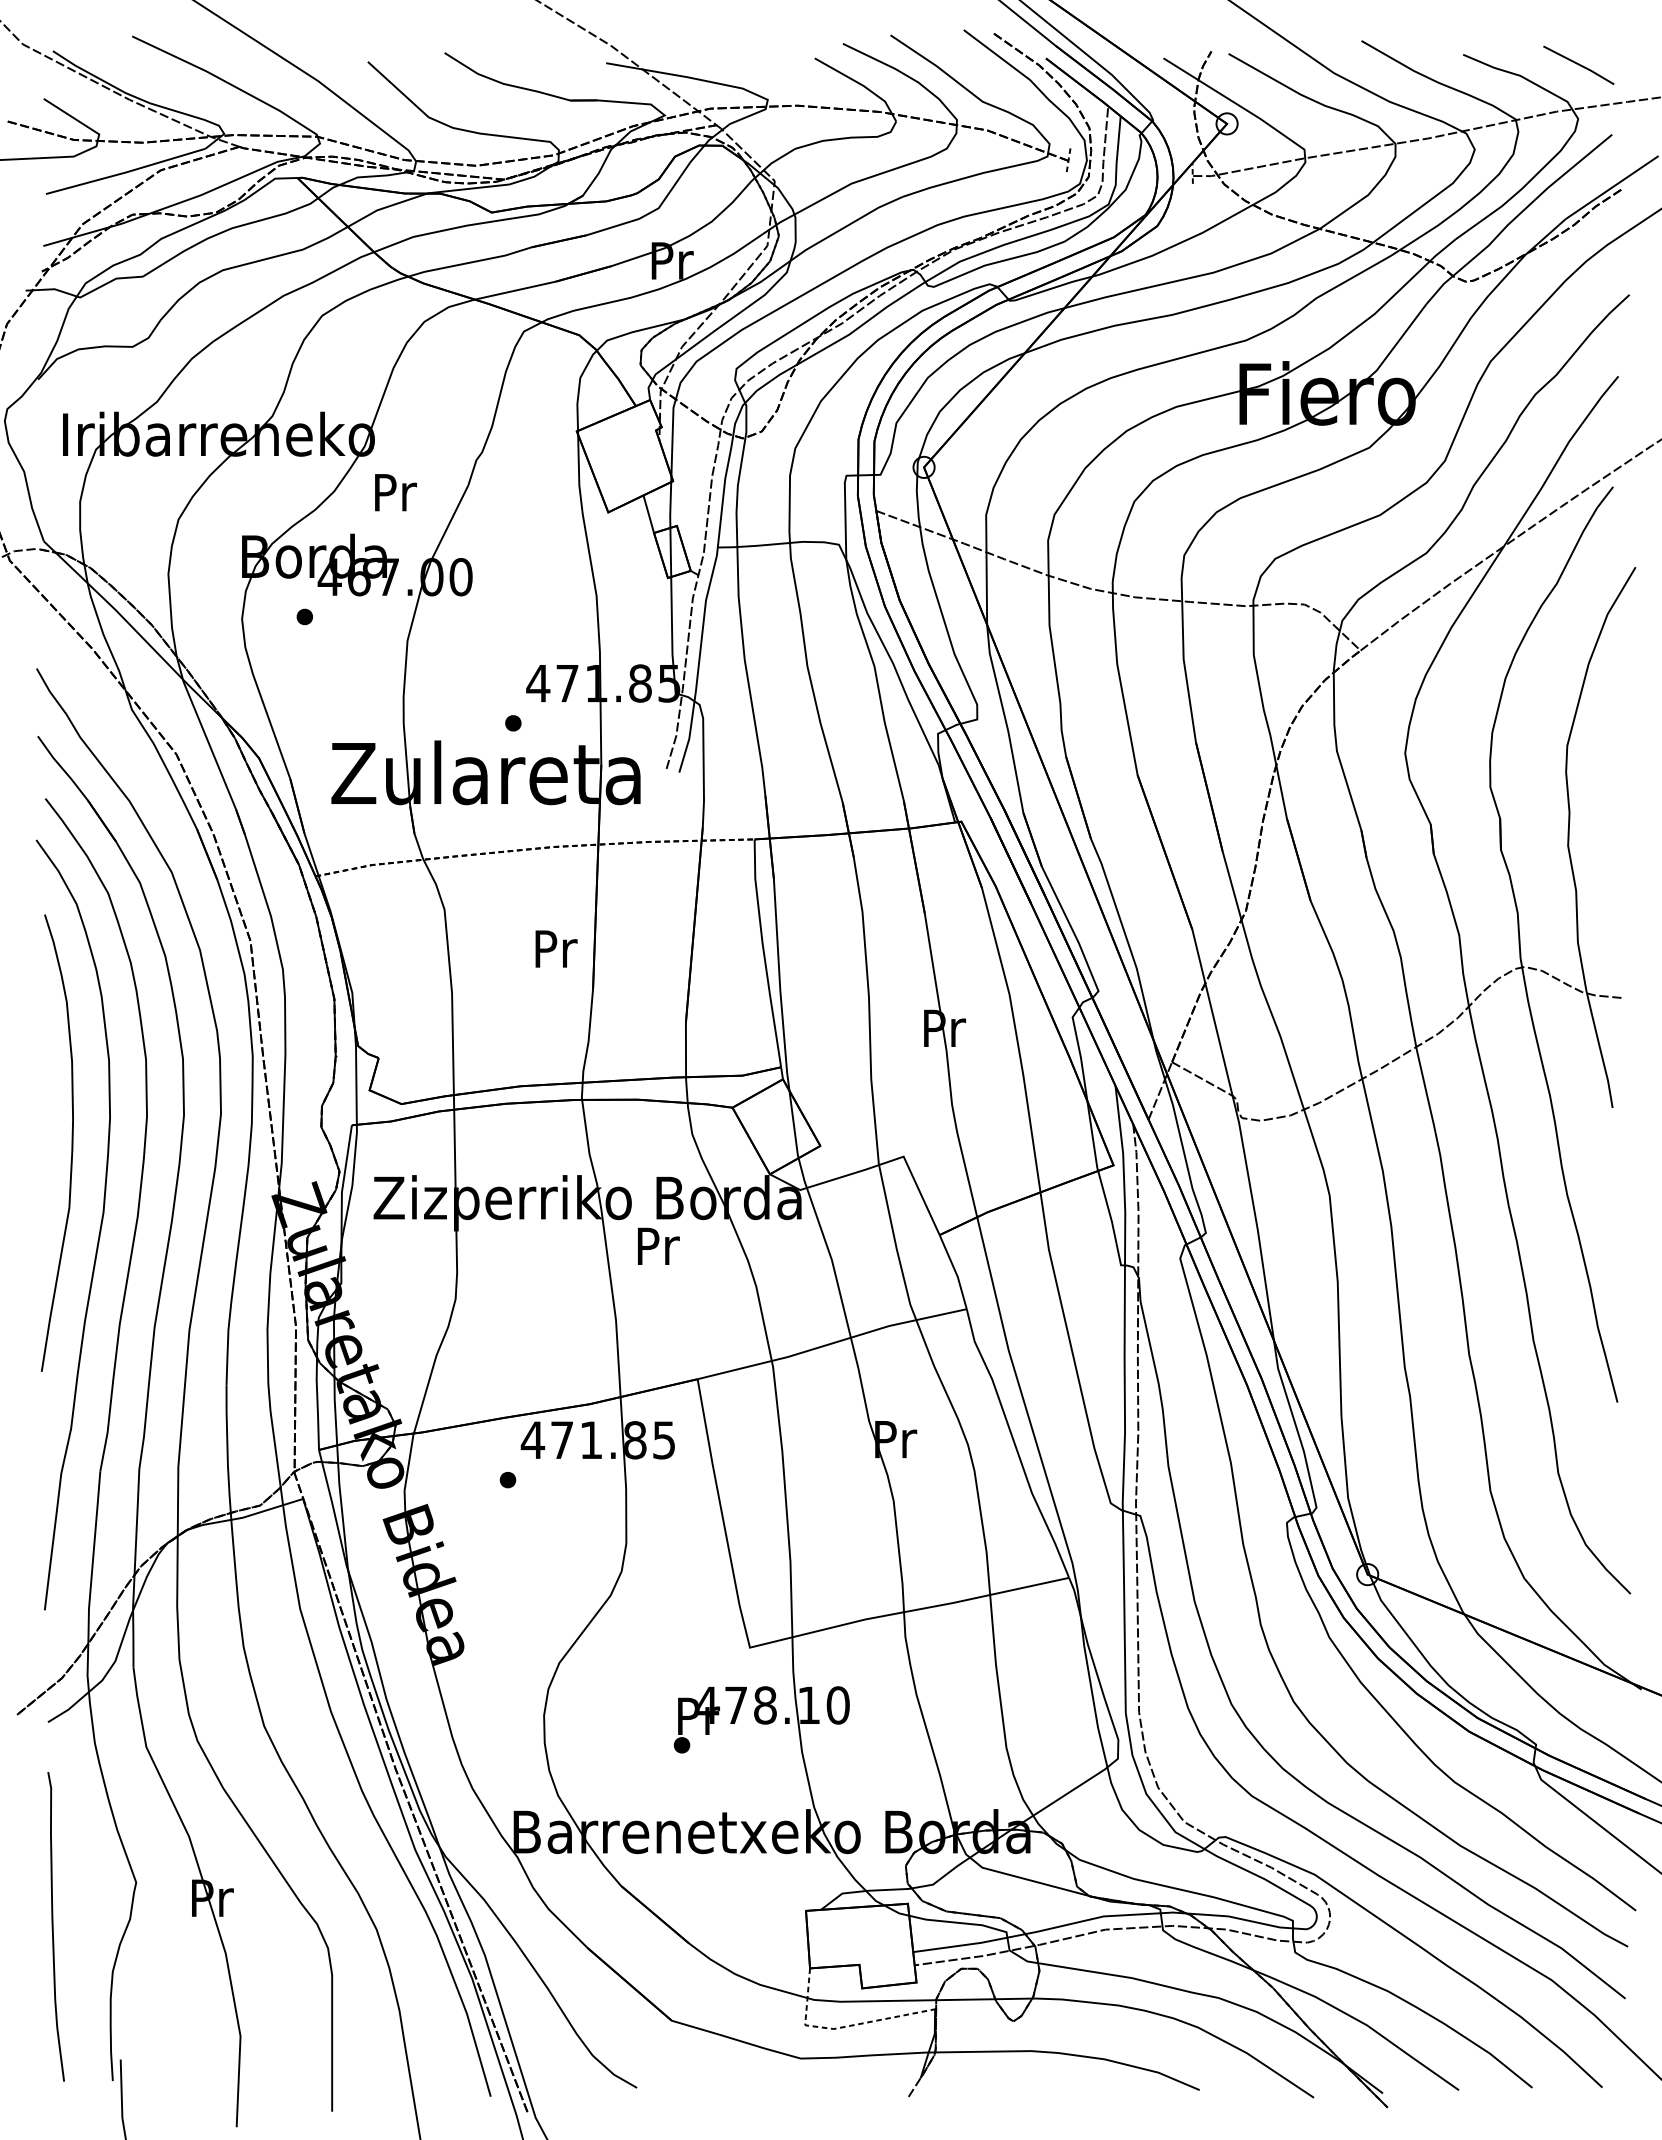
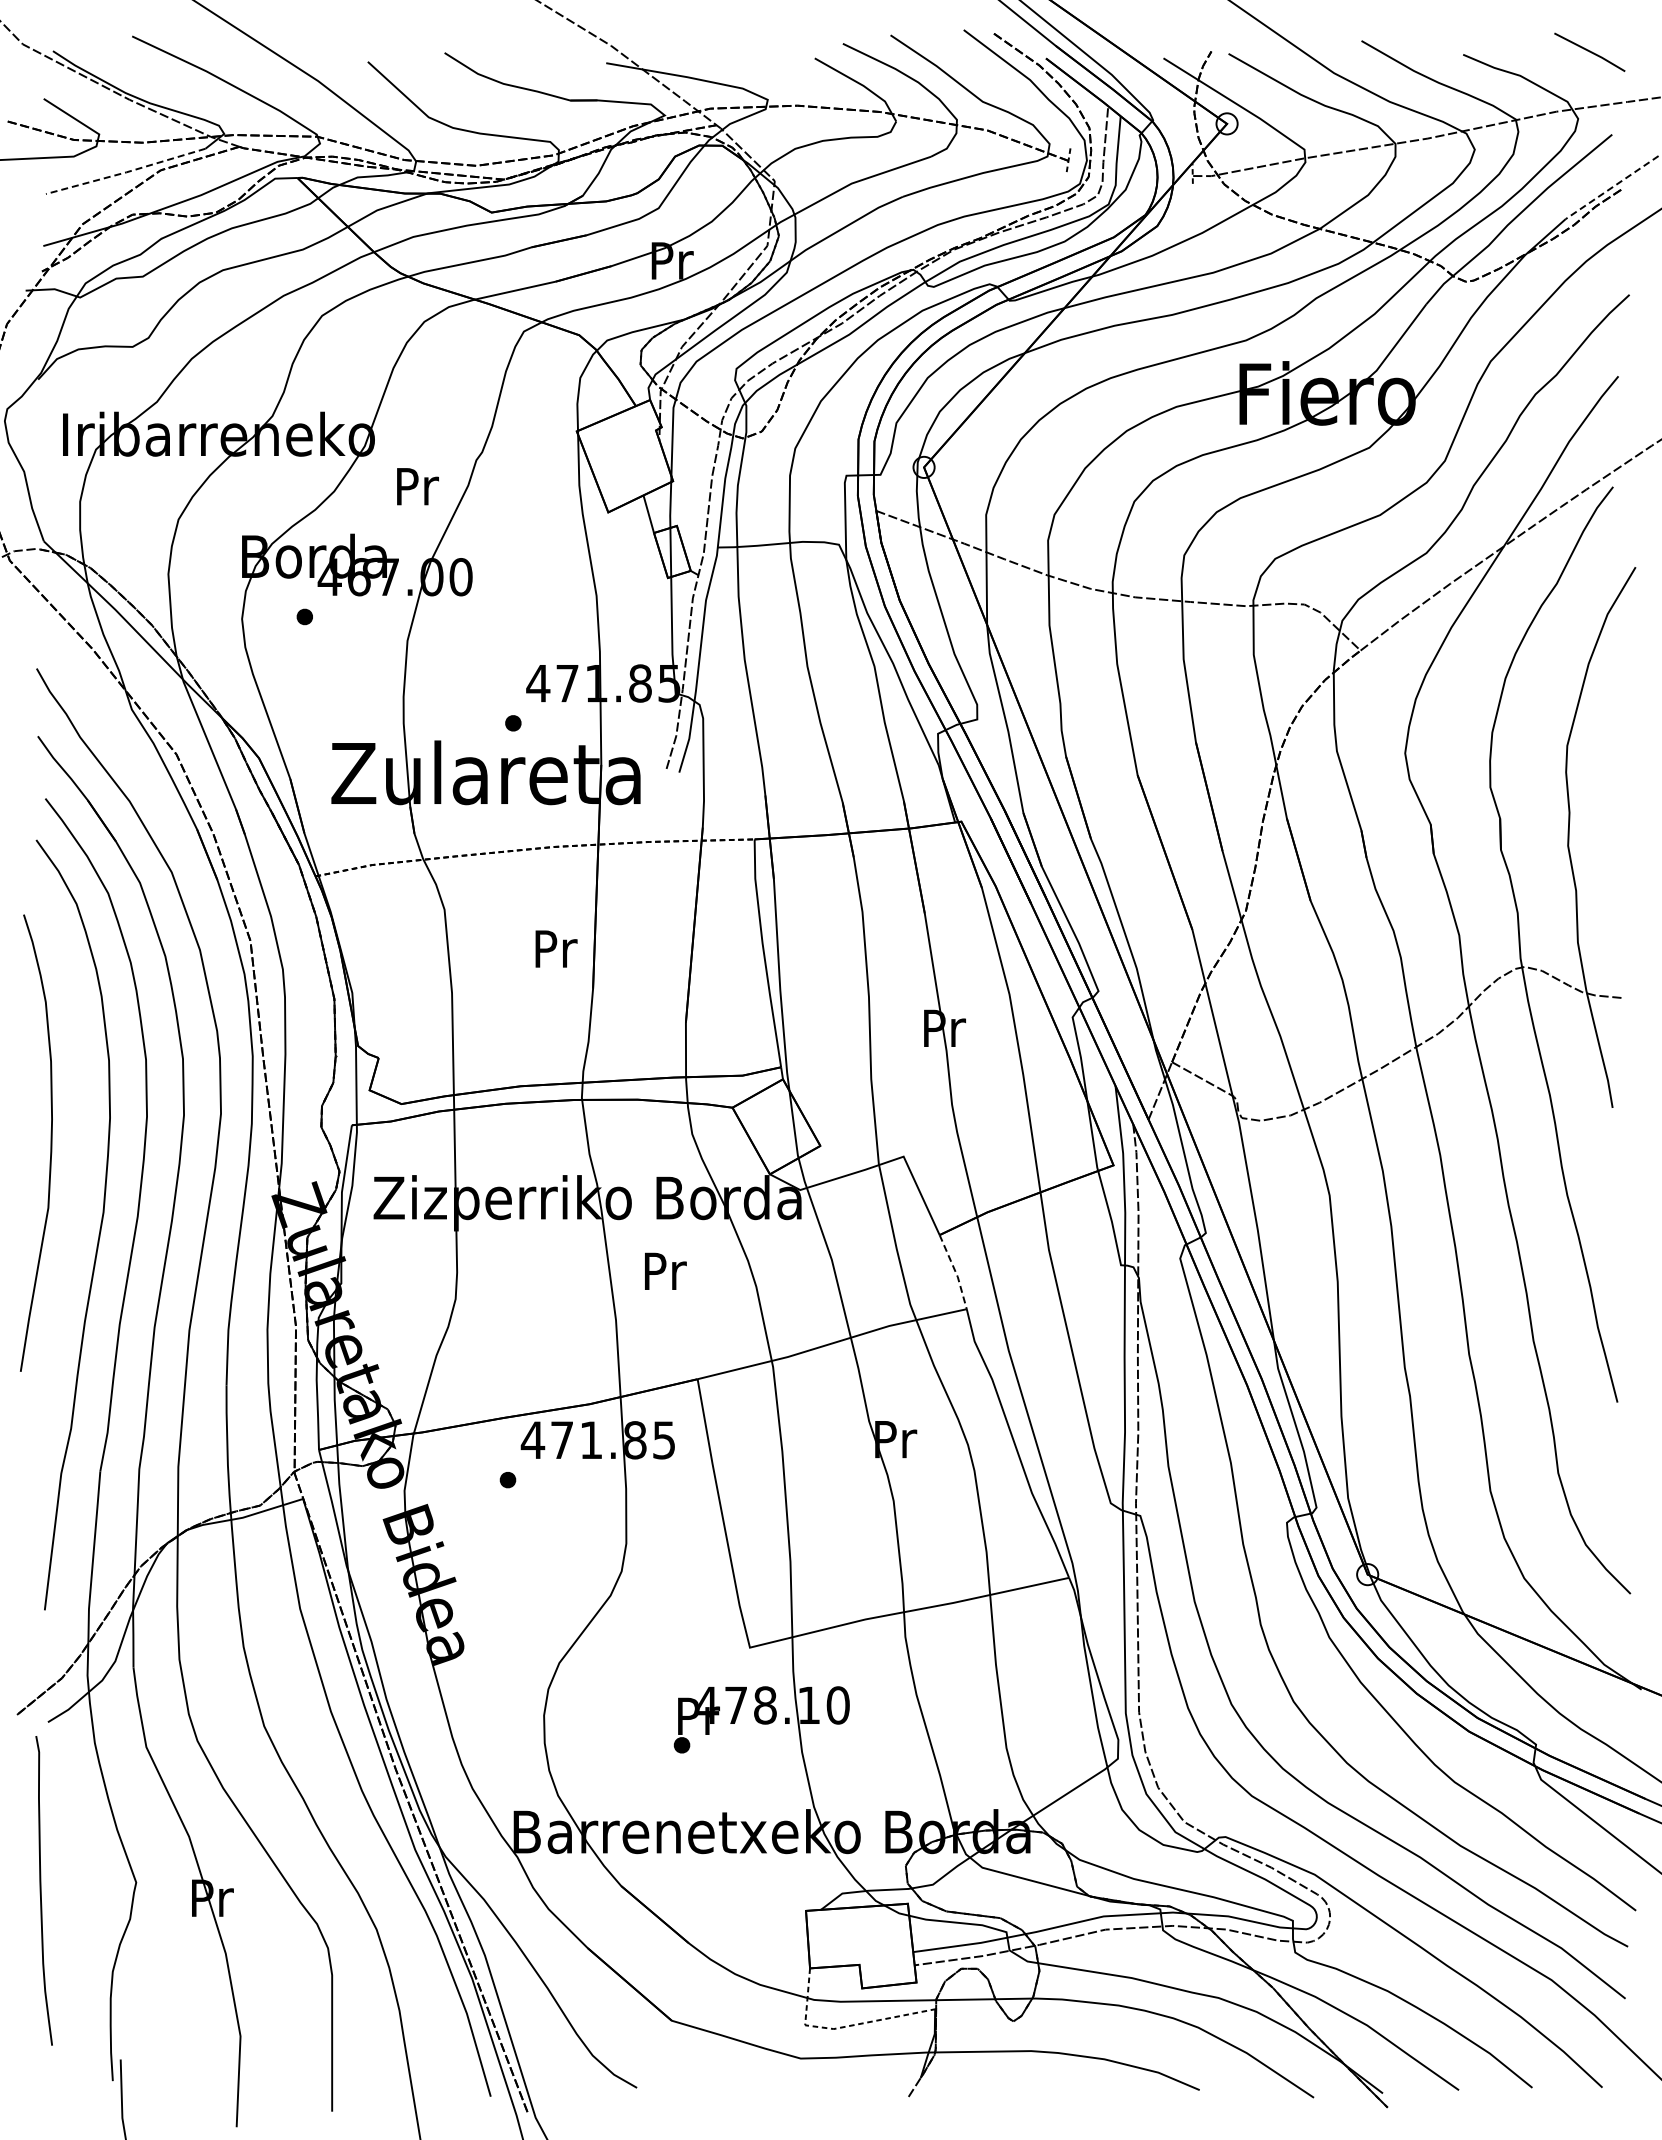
line at (1578, 64) position: (1578, 64) -> (1589, 51)
line at (126, 172): solid -> dashed
line at (1611, 187): solid -> dashed
text at (395, 492) position: (395, 492) -> (417, 486)
curve at (71, 1142) position: (71, 1142) -> (50, 1142)
text at (658, 1245) position: (658, 1245) -> (665, 1270)
line at (955, 1272): solid -> dashed
curve at (53, 1926) position: (53, 1926) -> (41, 1890)
